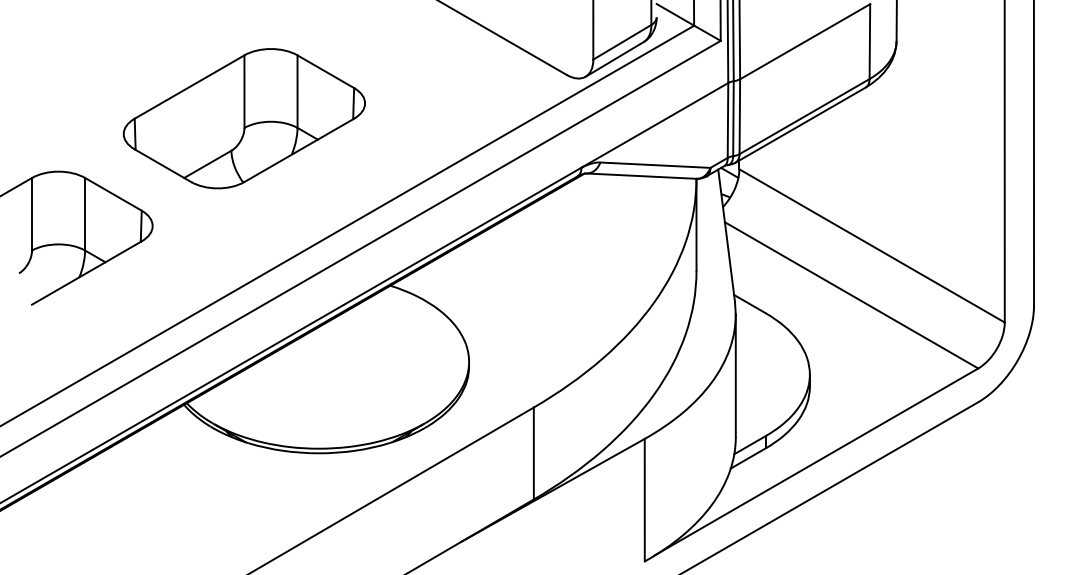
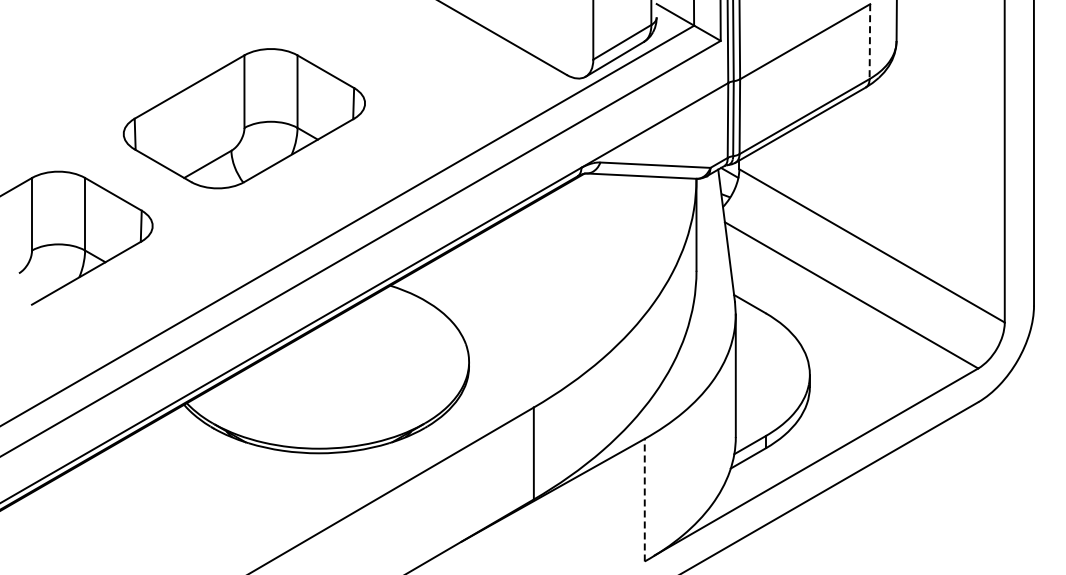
line at (869, 42): solid -> dashed
line at (644, 499): solid -> dashed
